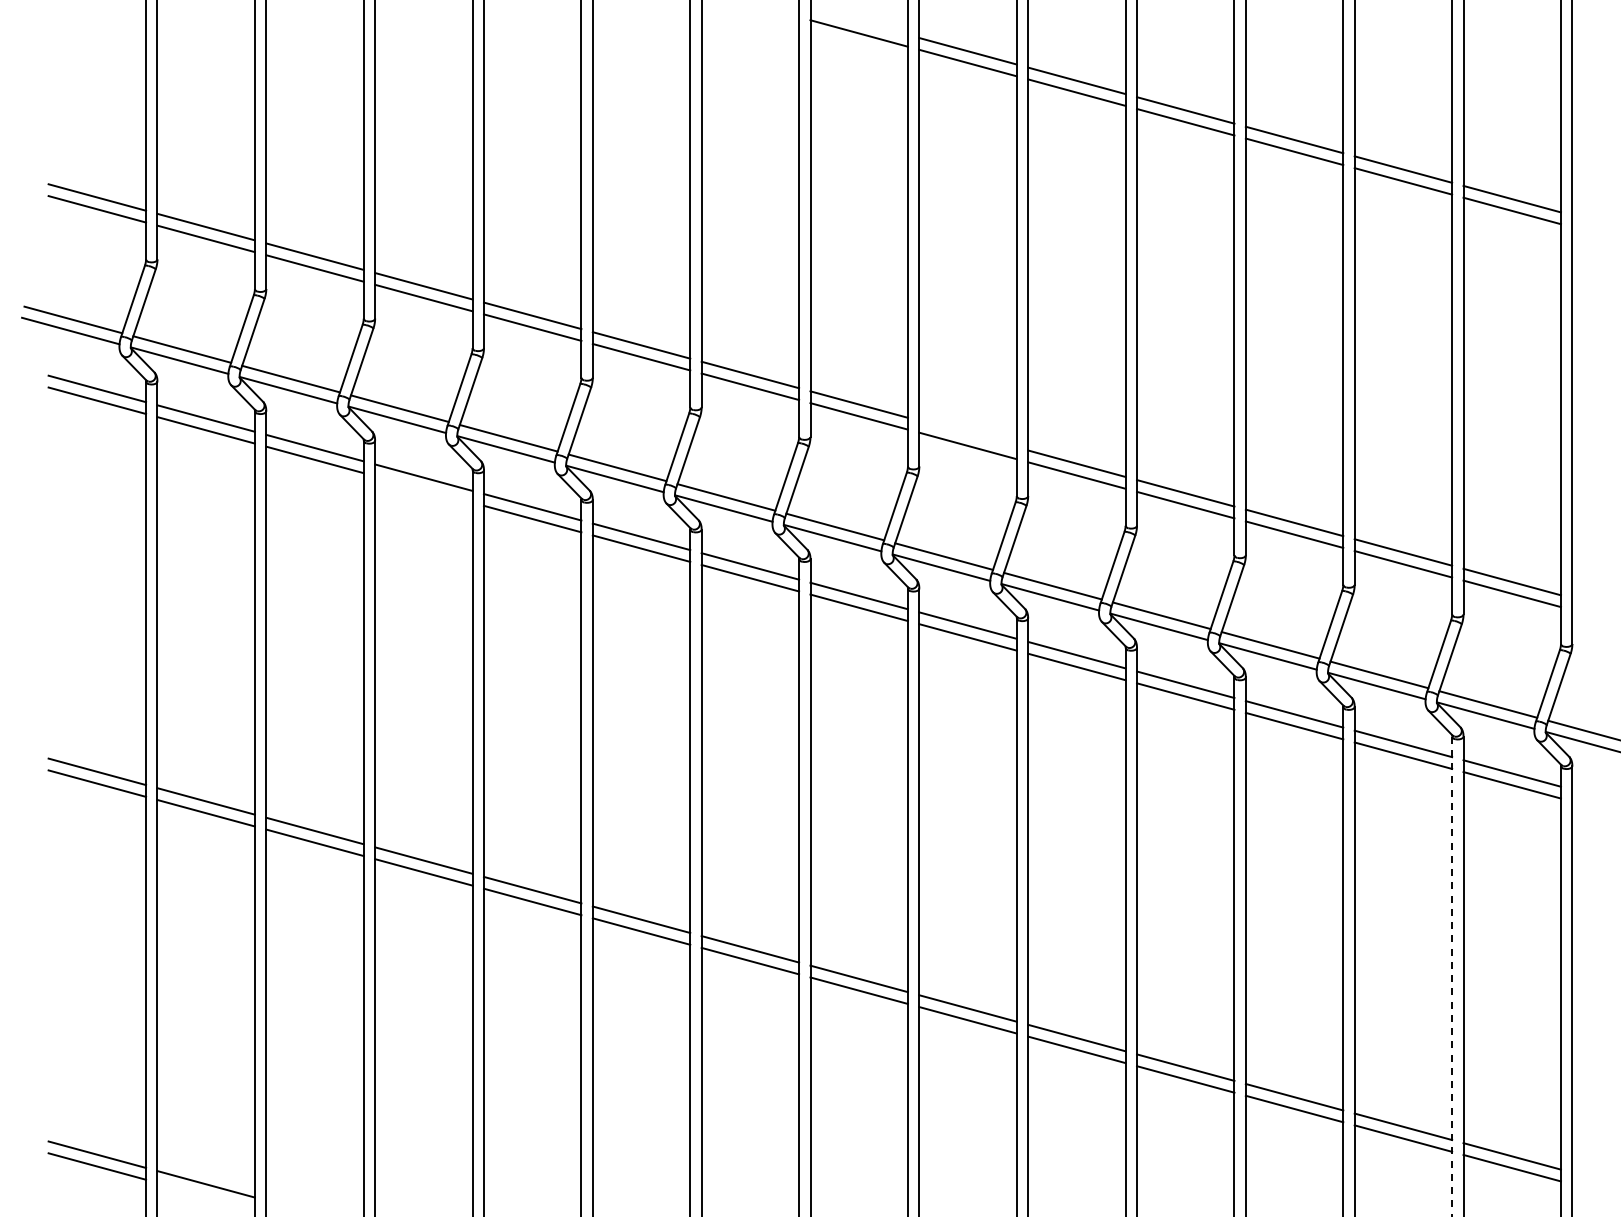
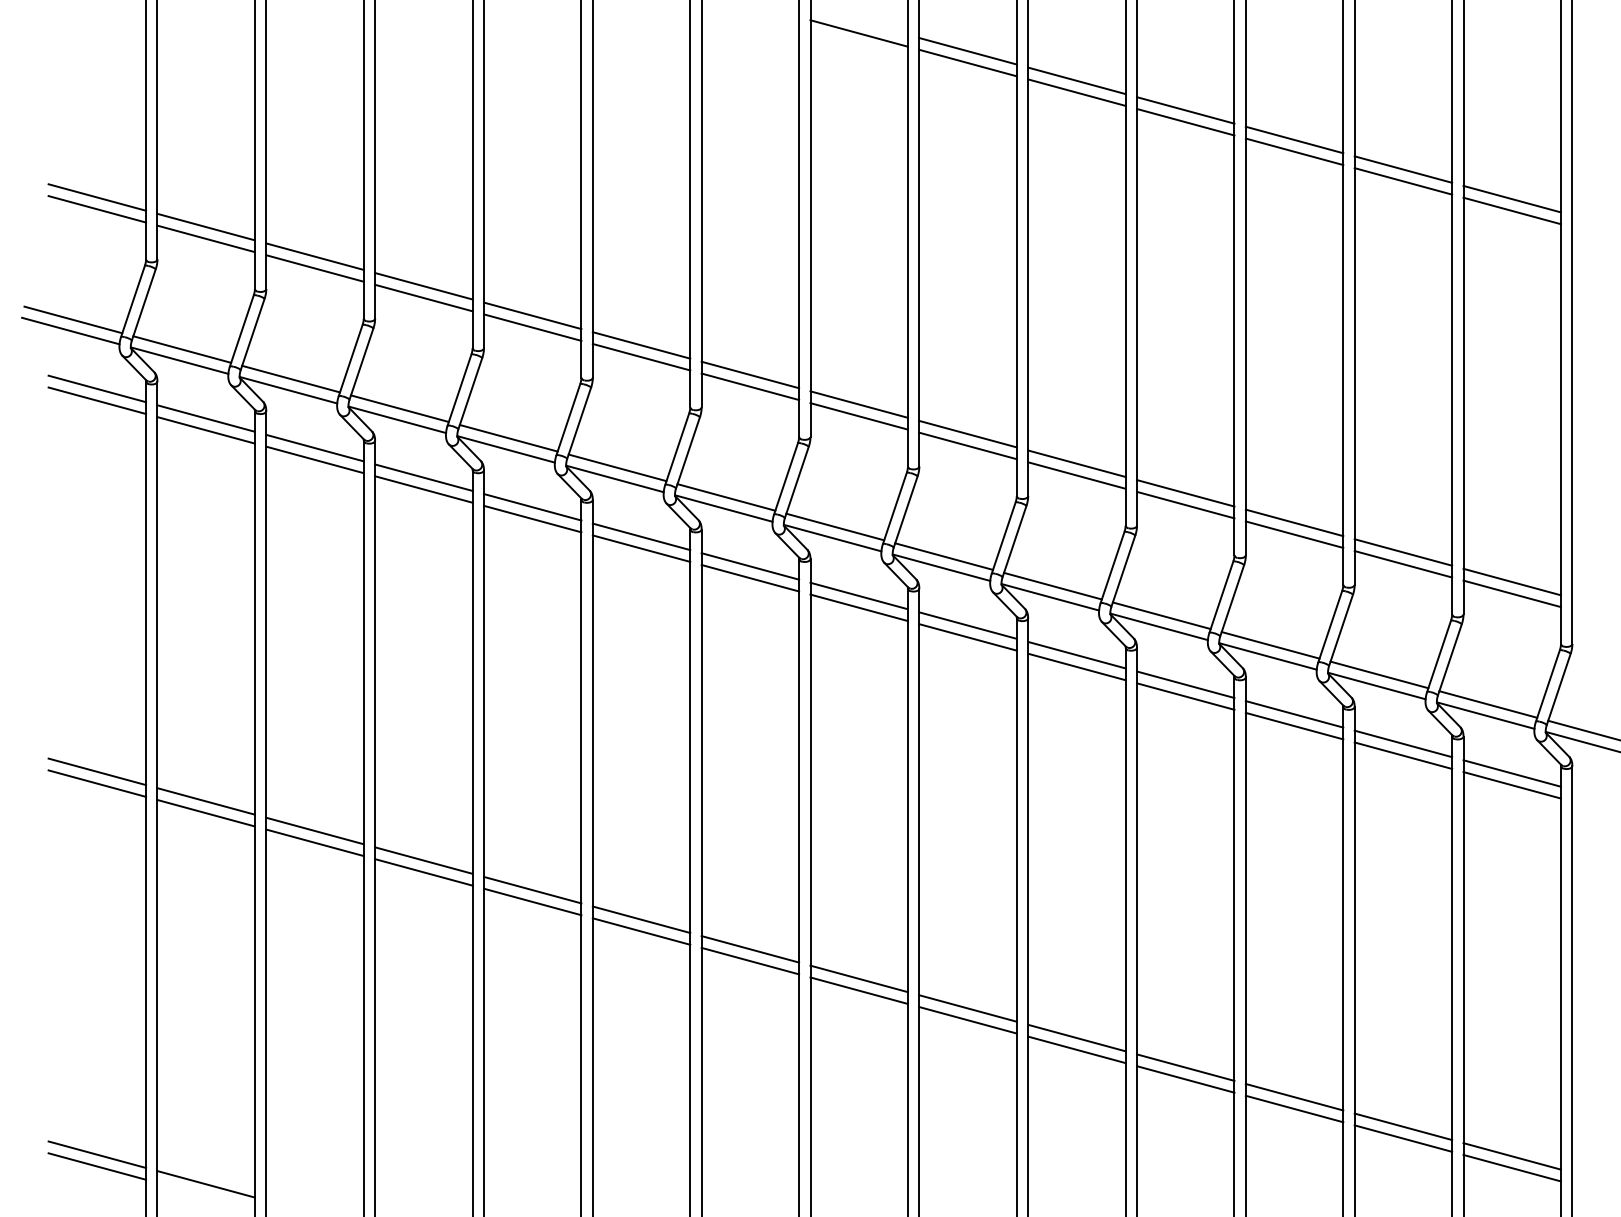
line at (967, 433): none -> present
line at (423, 489): none -> present
line at (1452, 976): dashed -> solid
